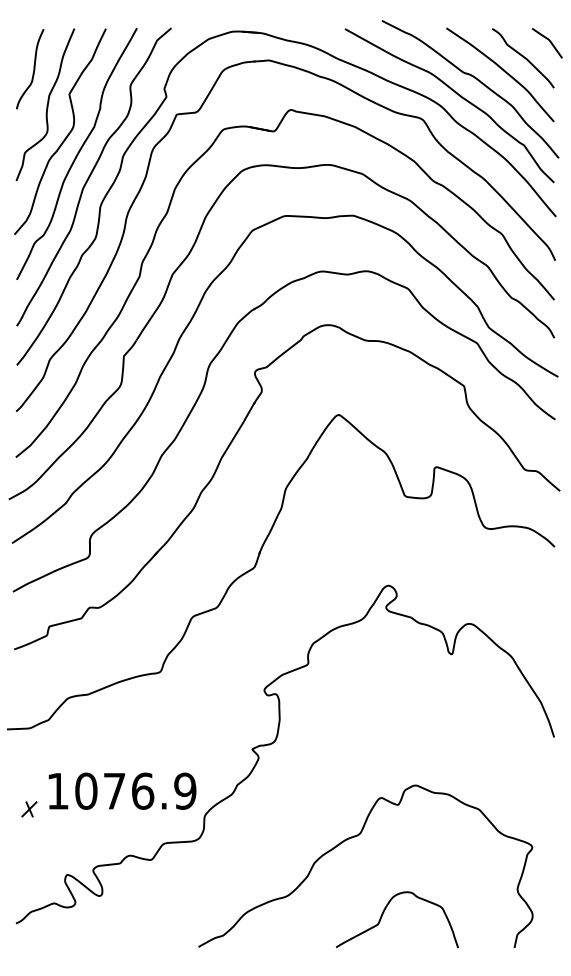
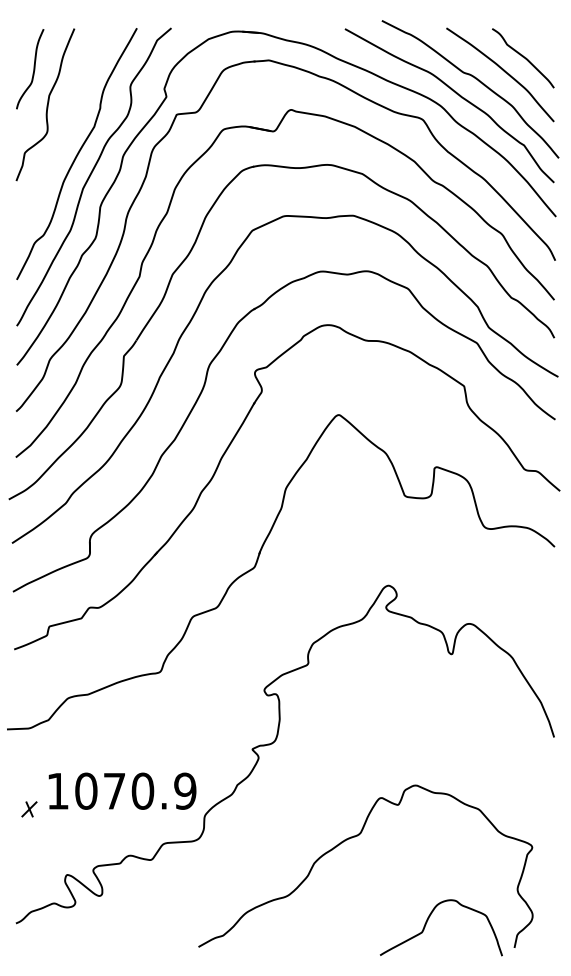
curve at (549, 42): present -> none
curve at (66, 135): present -> none
text at (142, 790): 1076.9 -> 1070.9
curve at (384, 912) position: (384, 912) -> (428, 920)
